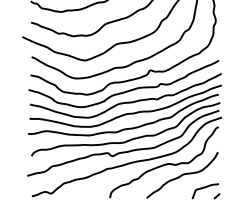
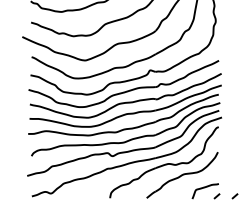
line at (234, 196): none -> present
